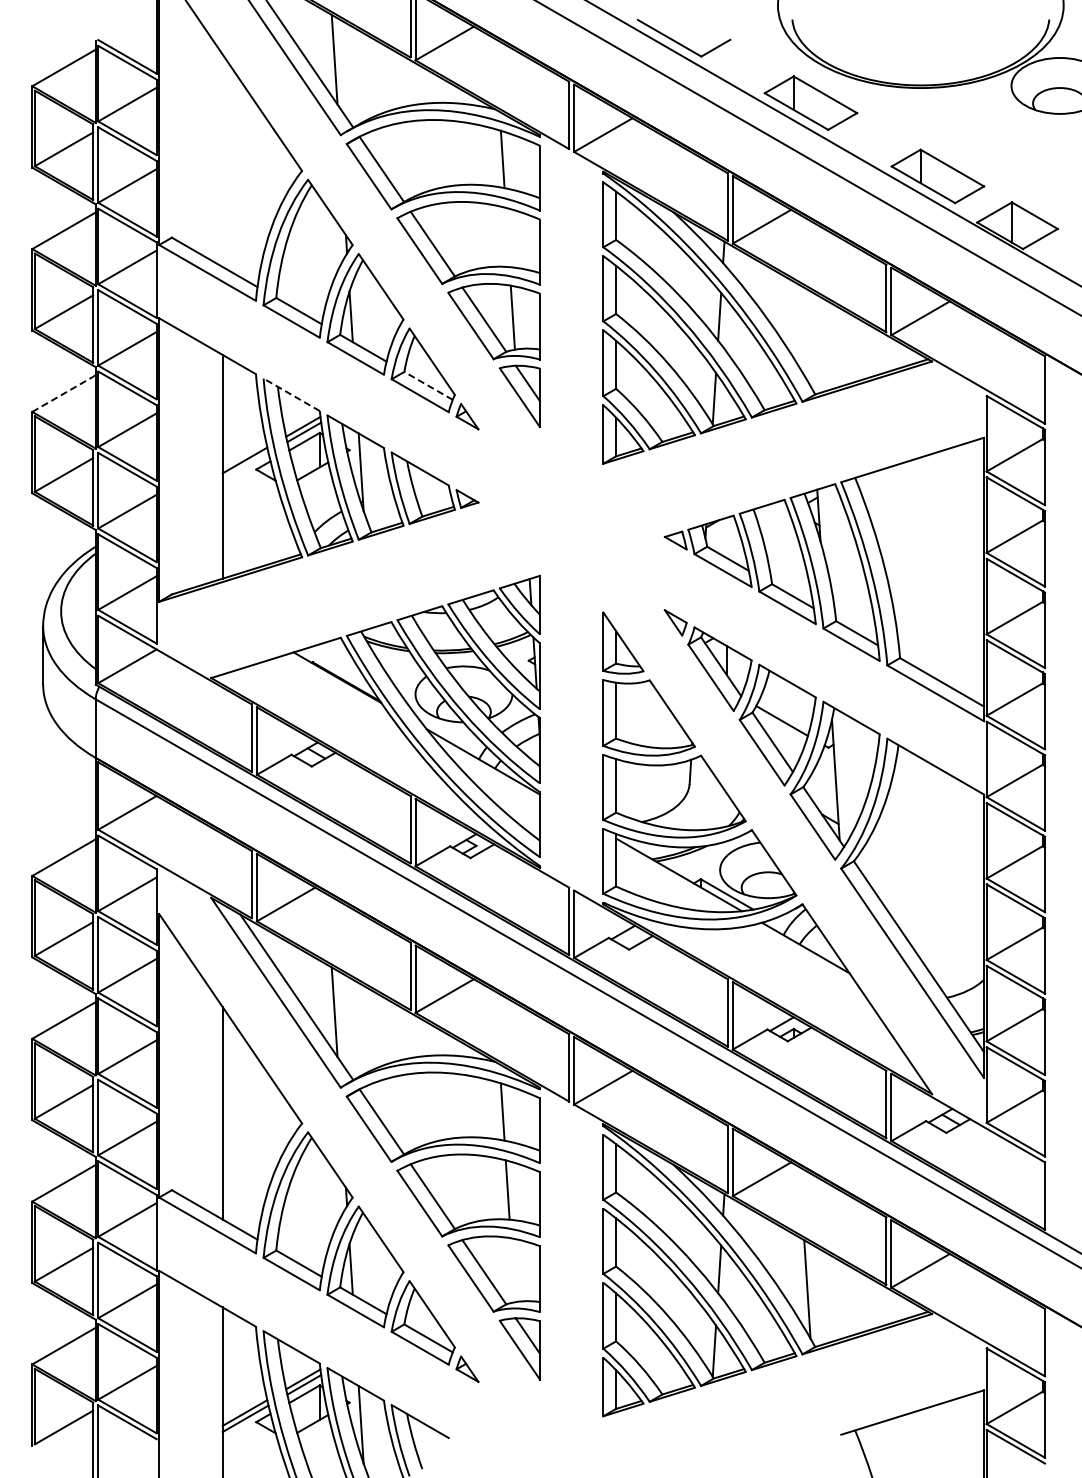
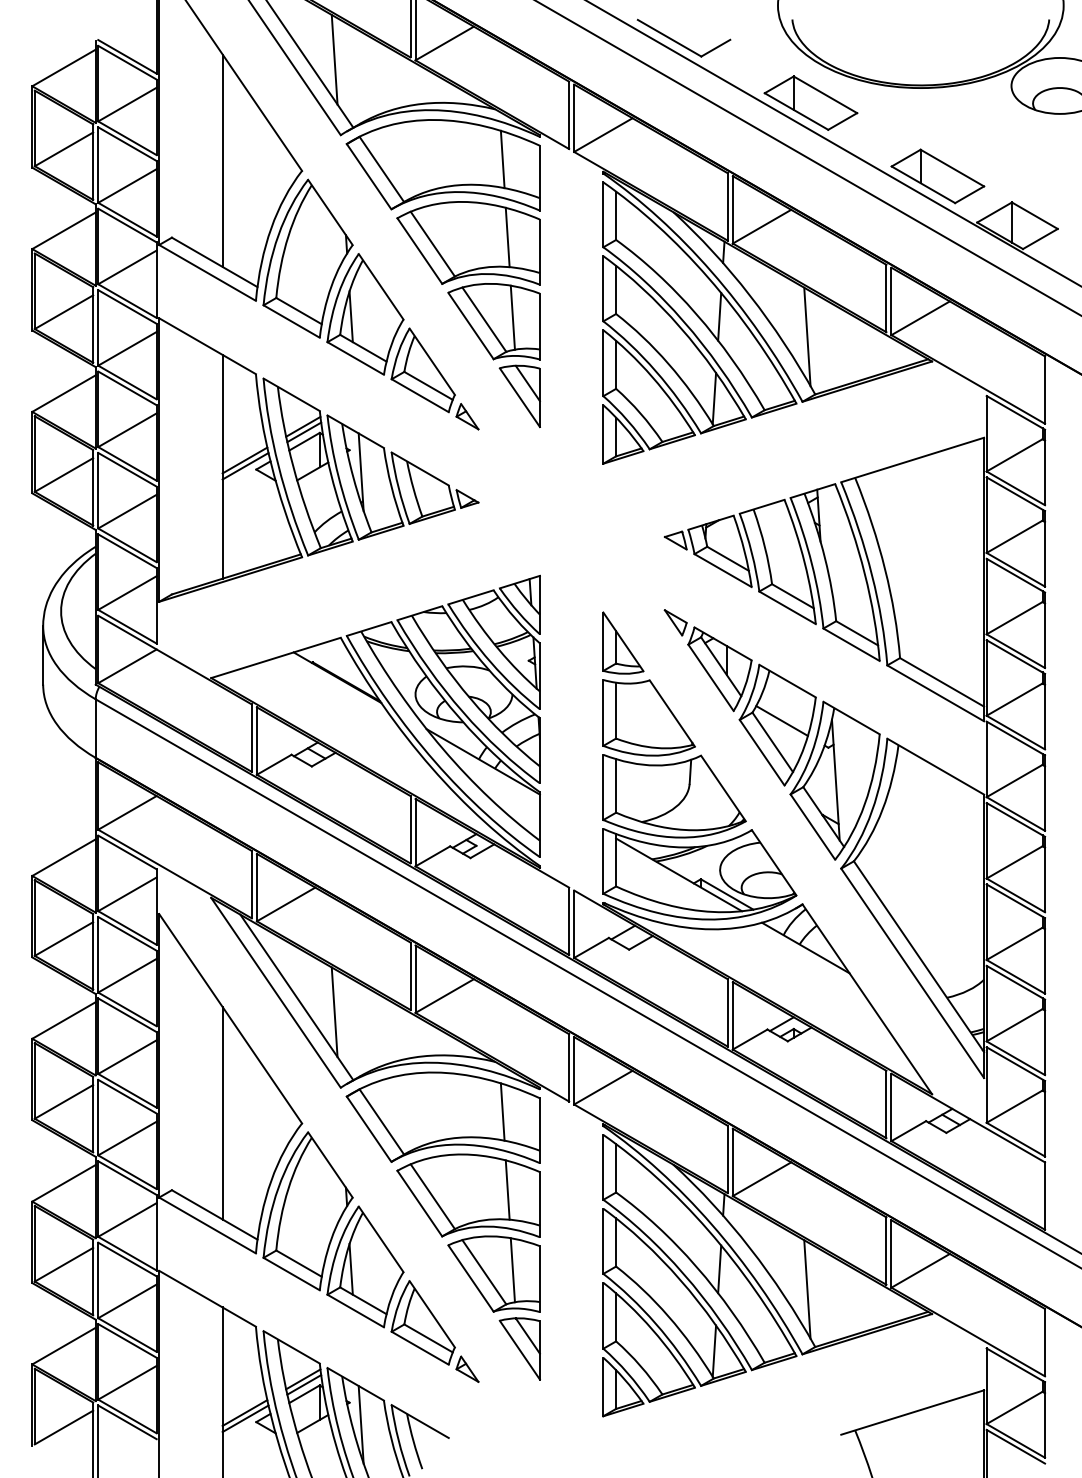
line at (222, 160): none -> present
line at (507, 237): none -> present
line at (807, 336): none -> present
line at (428, 385): dashed -> solid
line at (64, 393): dashed -> solid
line at (291, 394): dashed -> solid
line at (245, 466): none -> present
line at (512, 1270): none -> present
